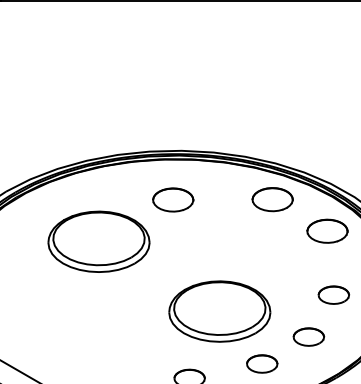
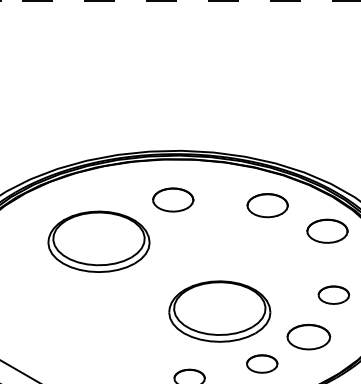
line at (180, 0): solid -> dashed
part at (272, 199) position: (272, 199) -> (267, 205)
part at (308, 336) size: 34x20 px -> 46x28 px
